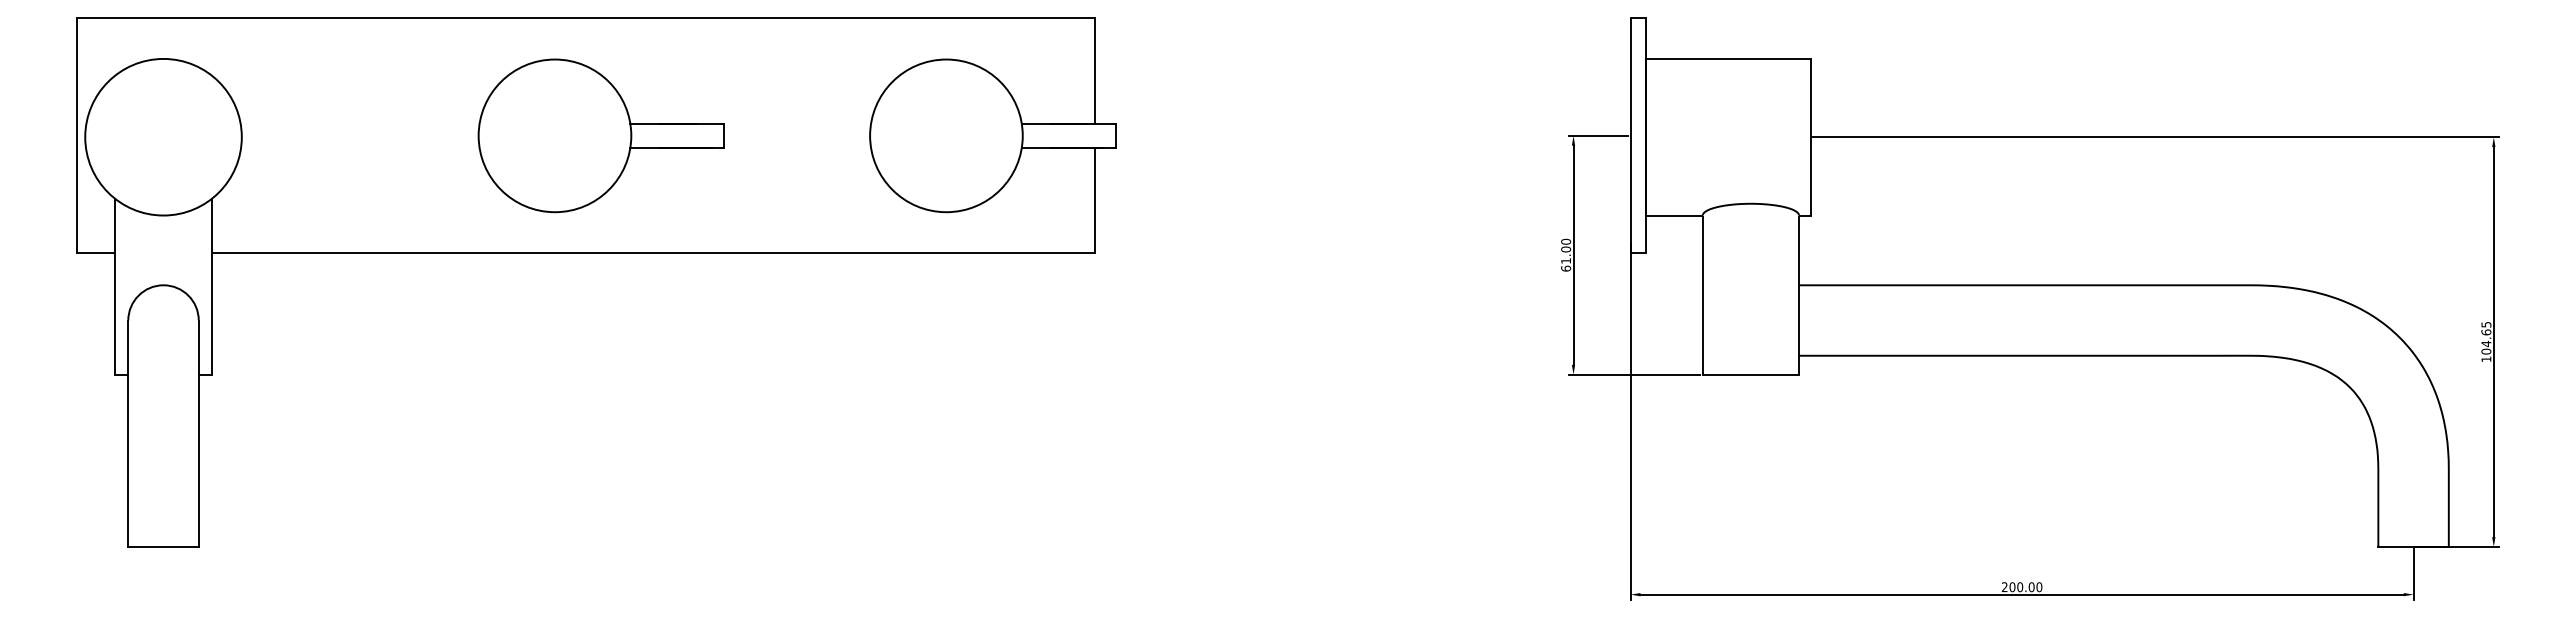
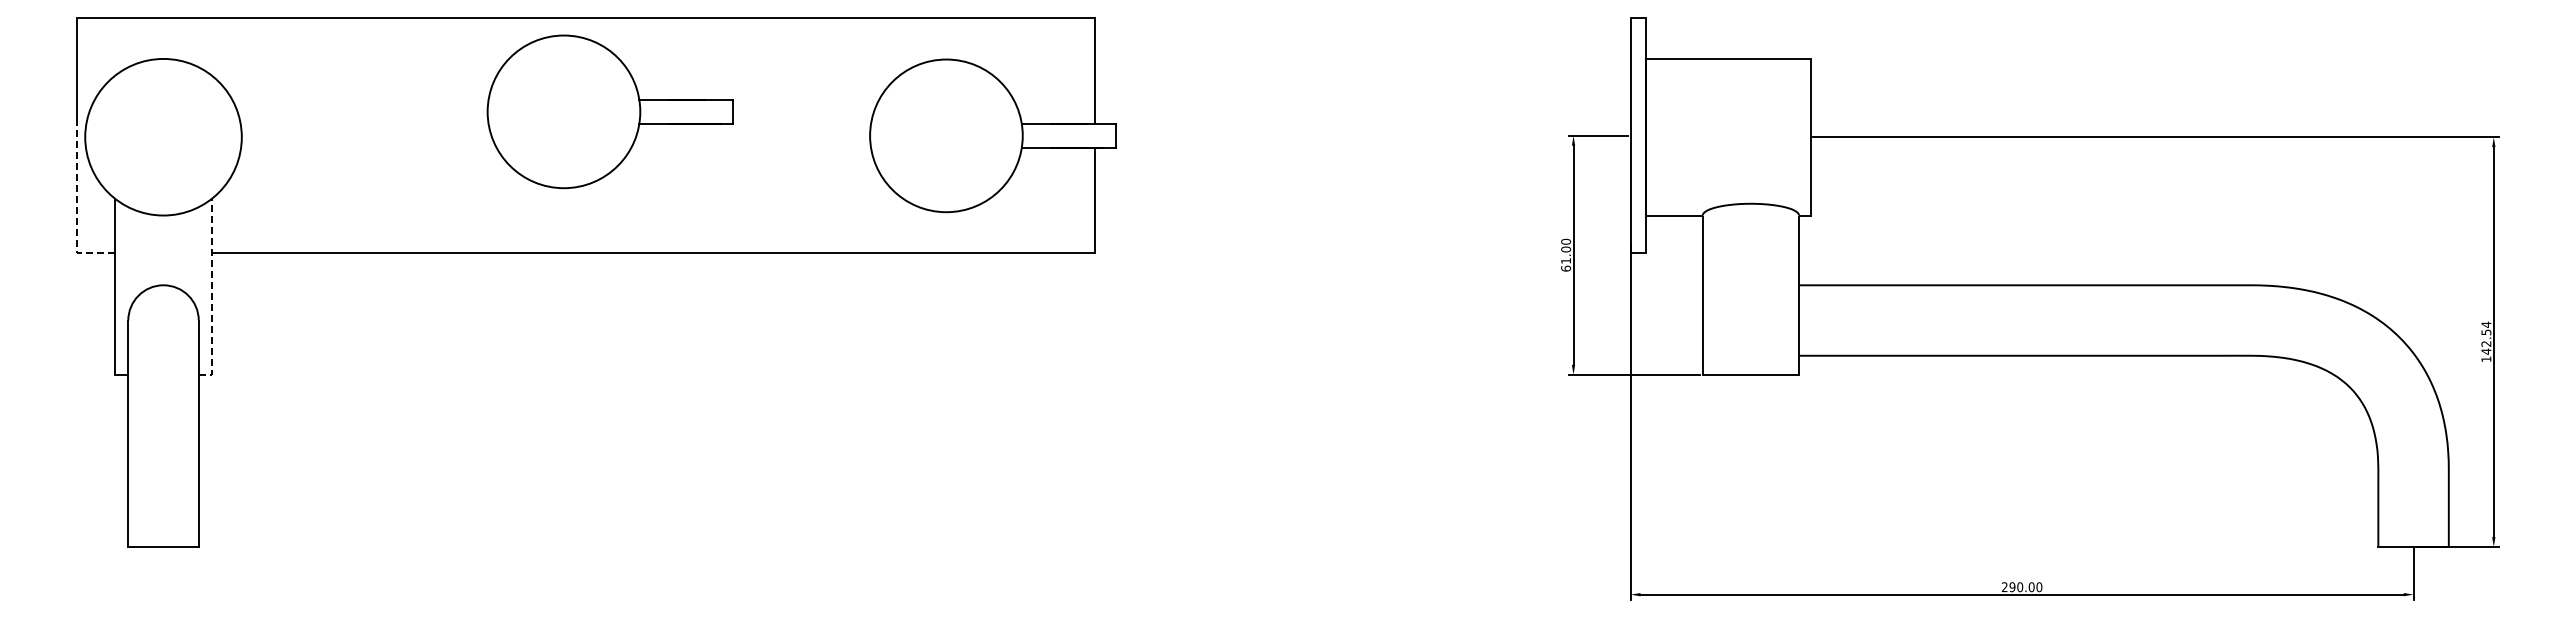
part at (600, 135) position: (600, 135) -> (609, 111)
line at (77, 208): solid -> dashed
line at (211, 293): solid -> dashed
text at (2486, 337): 104.65 -> 142.54
text at (2012, 587): 200.00 -> 290.00
